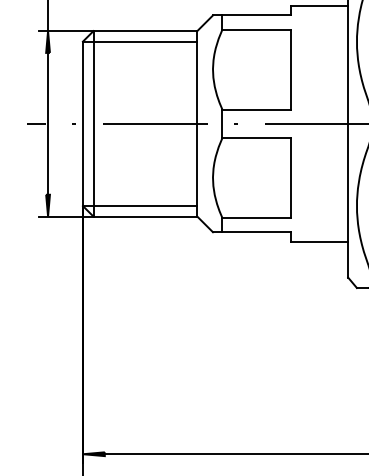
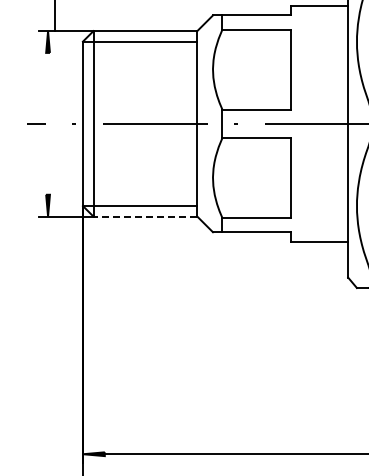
line at (48, 16) position: (48, 16) -> (55, 16)
line at (48, 123): present -> none
line at (145, 216): solid -> dashed
